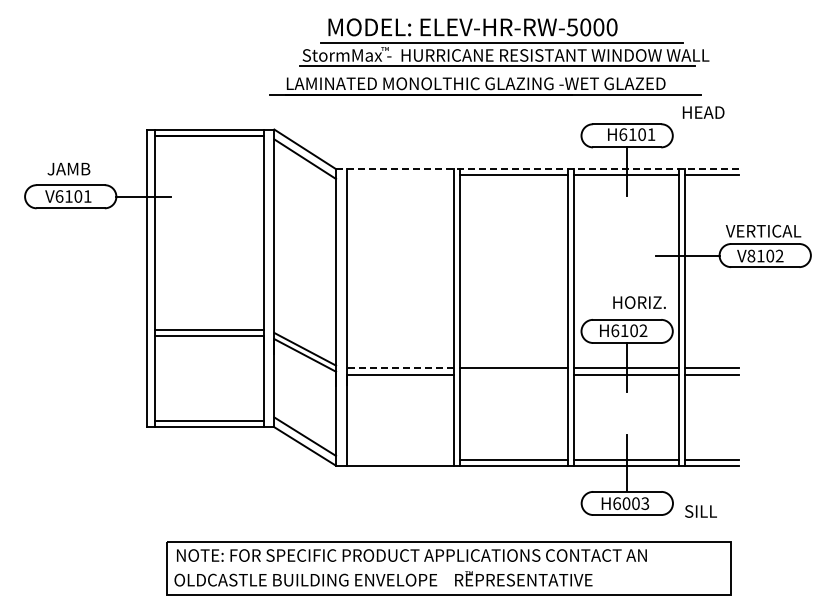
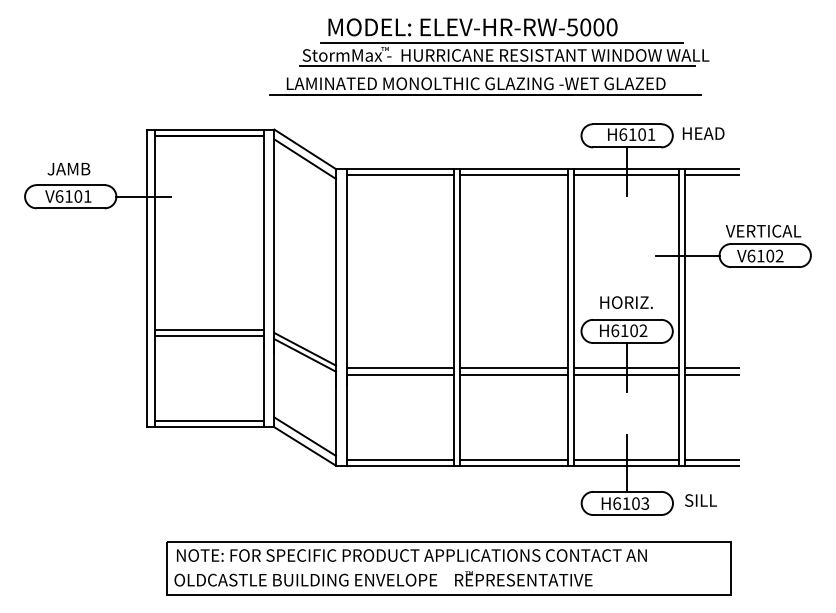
text at (703, 112) position: (703, 112) -> (703, 133)
line at (537, 169): dashed -> solid
line at (400, 175): none -> present
text at (751, 255): V8102 -> V6102
text at (639, 302) position: (639, 302) -> (626, 302)
line at (400, 368): dashed -> solid
line at (513, 374): none -> present
line at (400, 459): none -> present
text at (626, 503): H6003 -> H6103
text at (700, 511) position: (700, 511) -> (700, 500)
